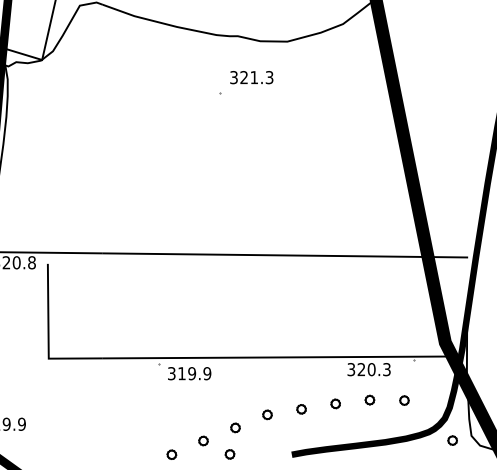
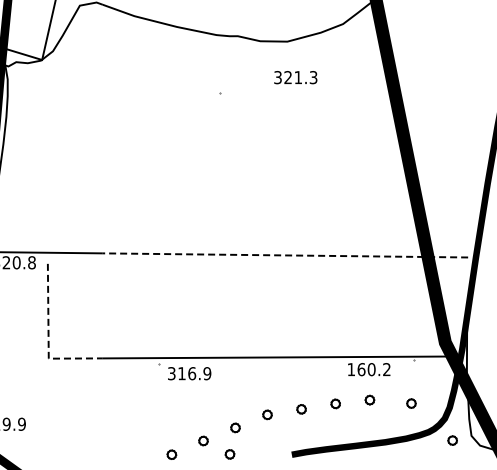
text at (251, 77) position: (251, 77) -> (295, 77)
line at (285, 255): solid -> dashed
line at (48, 339): solid -> dashed
text at (368, 369): 320.3 -> 160.2
text at (192, 373): 319.9 -> 316.9
part at (404, 400) position: (404, 400) -> (411, 403)
